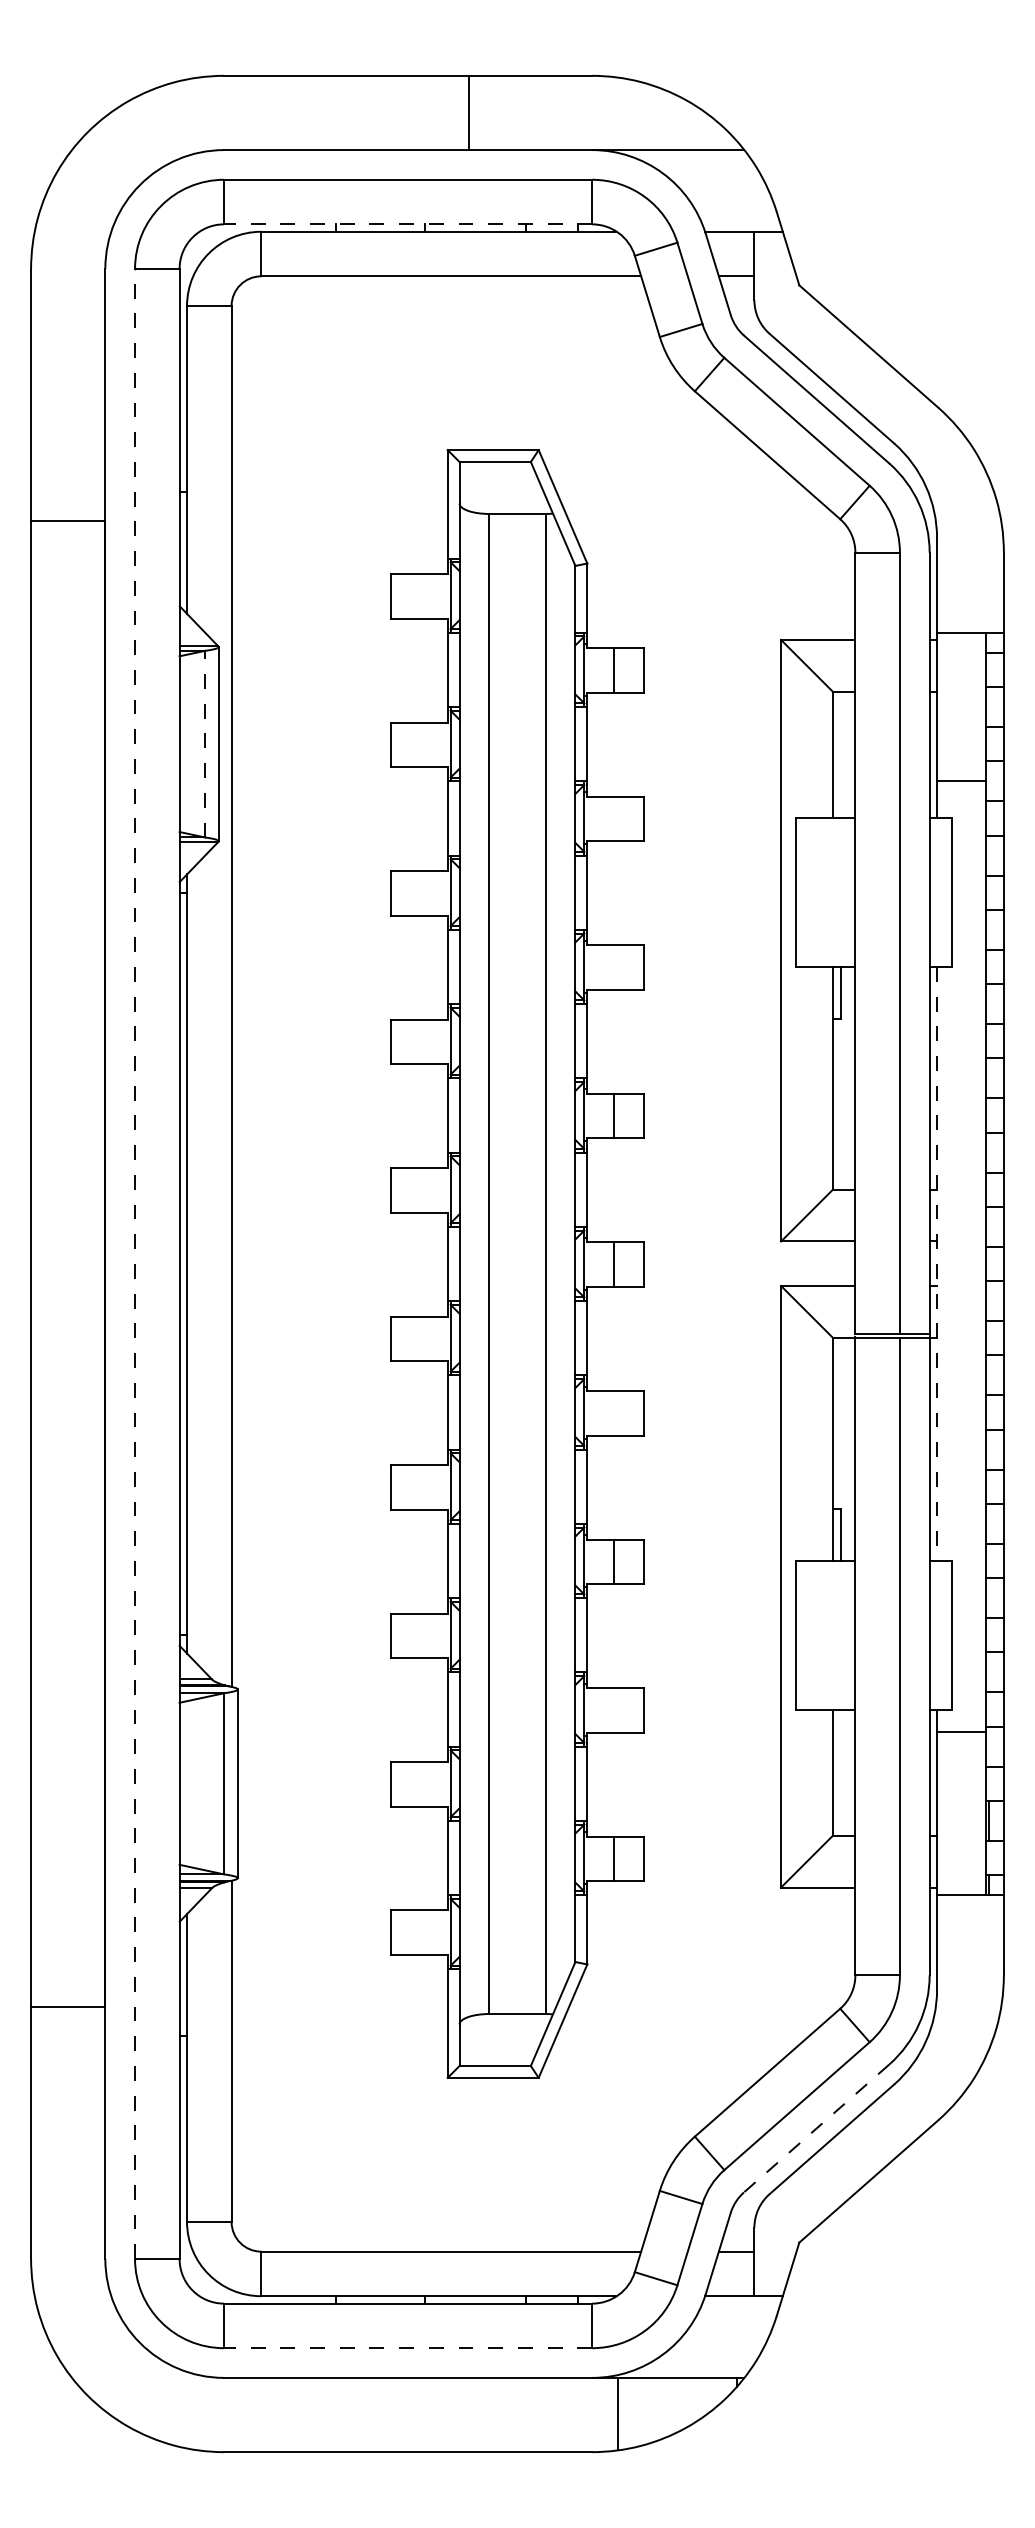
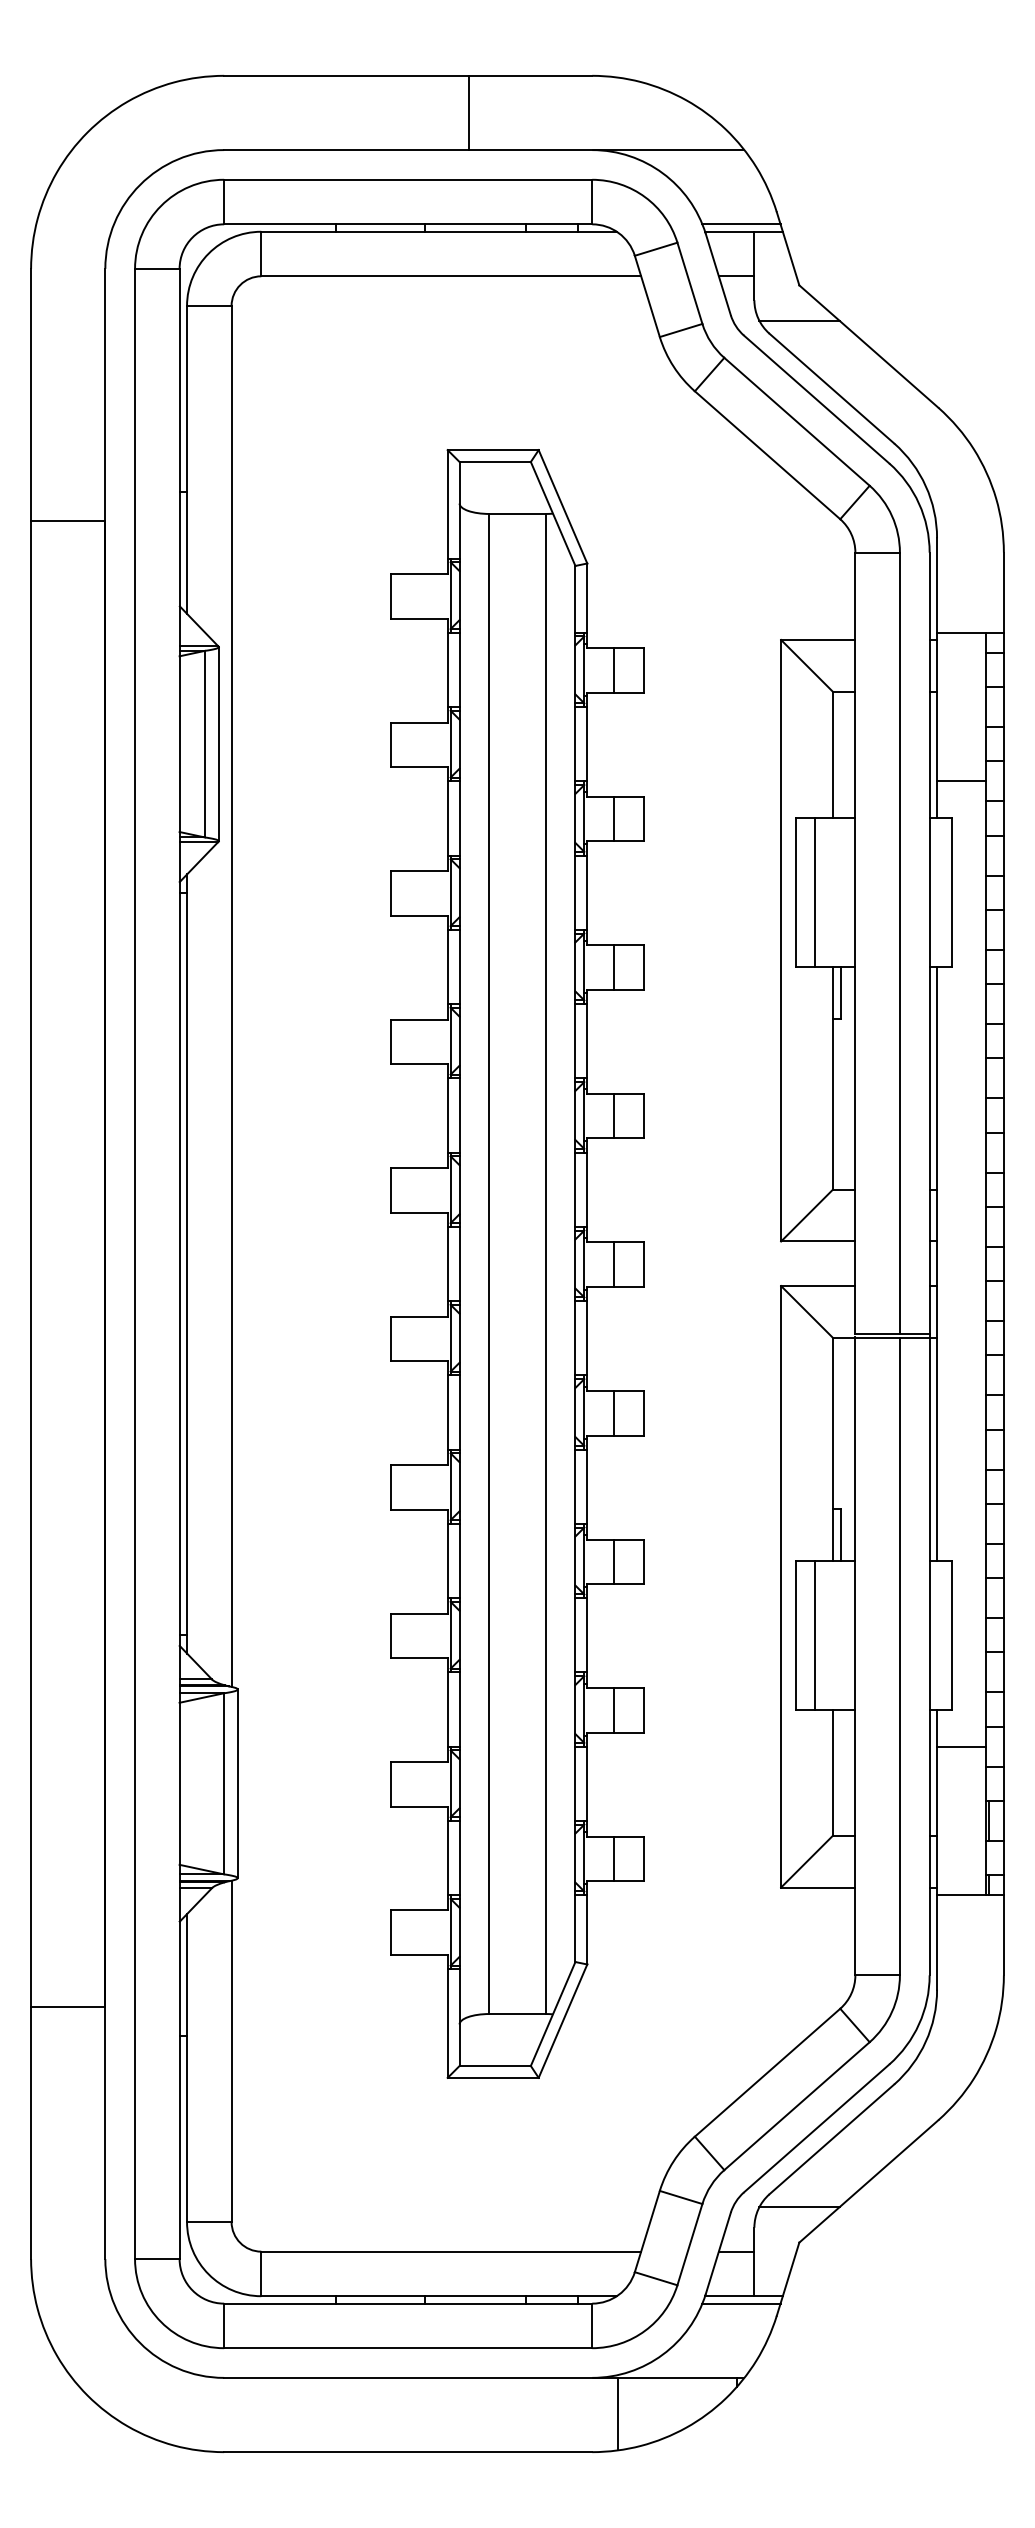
line at (407, 224): dashed -> solid
line at (741, 224): none -> present
line at (799, 320): none -> present
line at (204, 743): dashed -> solid
line at (614, 818): none -> present
line at (814, 892): none -> present
line at (614, 967): none -> present
line at (135, 1263): dashed -> solid
line at (937, 1264): dashed -> solid
line at (614, 1412): none -> present
line at (814, 1635): none -> present
line at (614, 1710): none -> present
line at (961, 1731) position: (961, 1731) -> (961, 1746)
line at (816, 2128): dashed -> solid
line at (799, 2207): none -> present
line at (741, 2303): none -> present
line at (407, 2348): dashed -> solid
